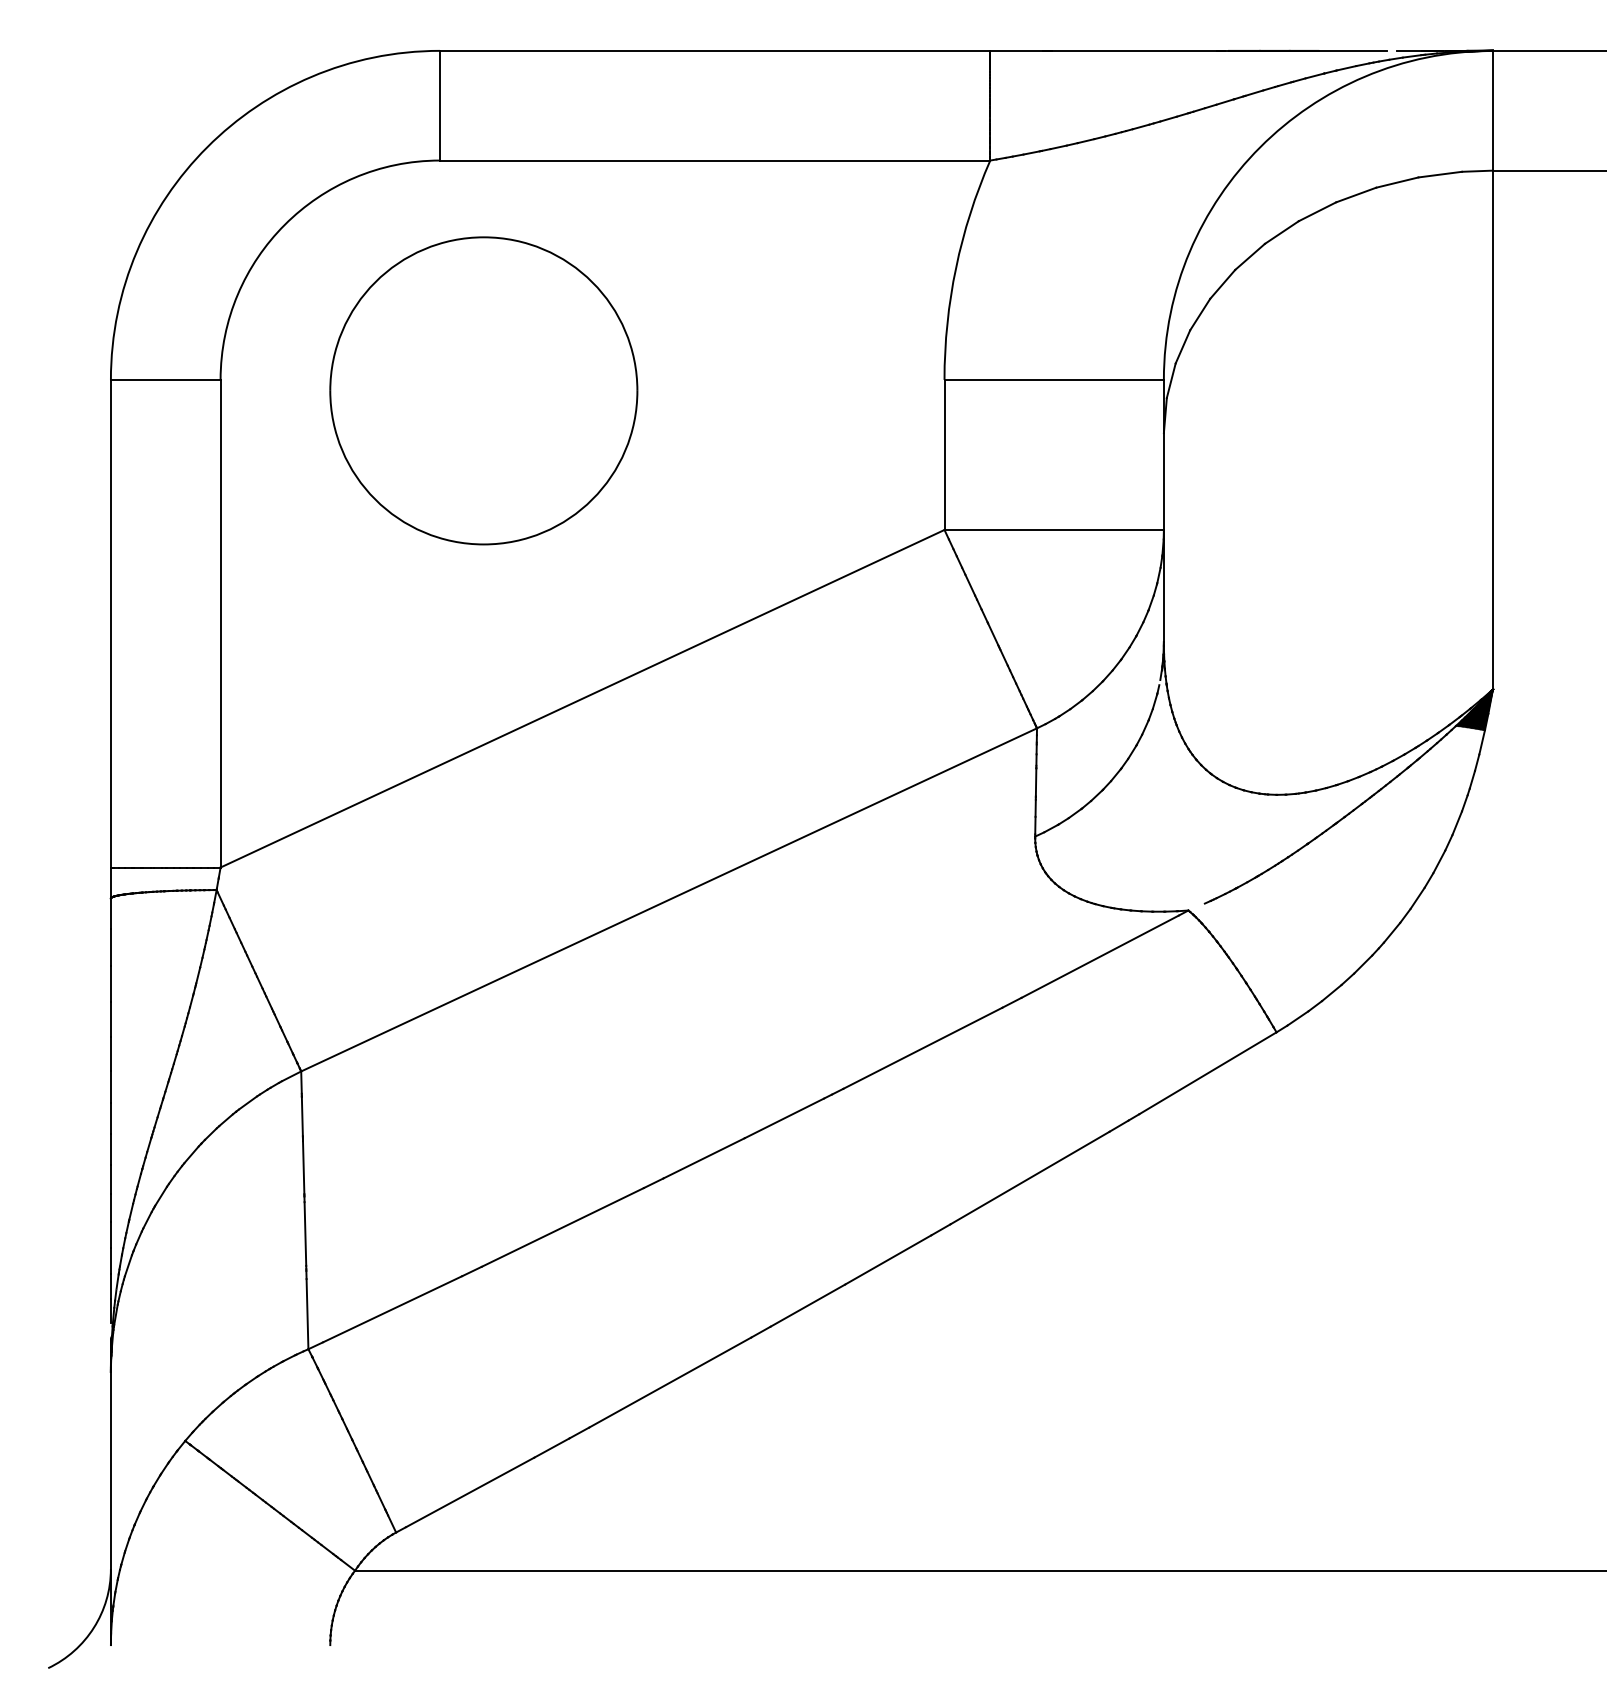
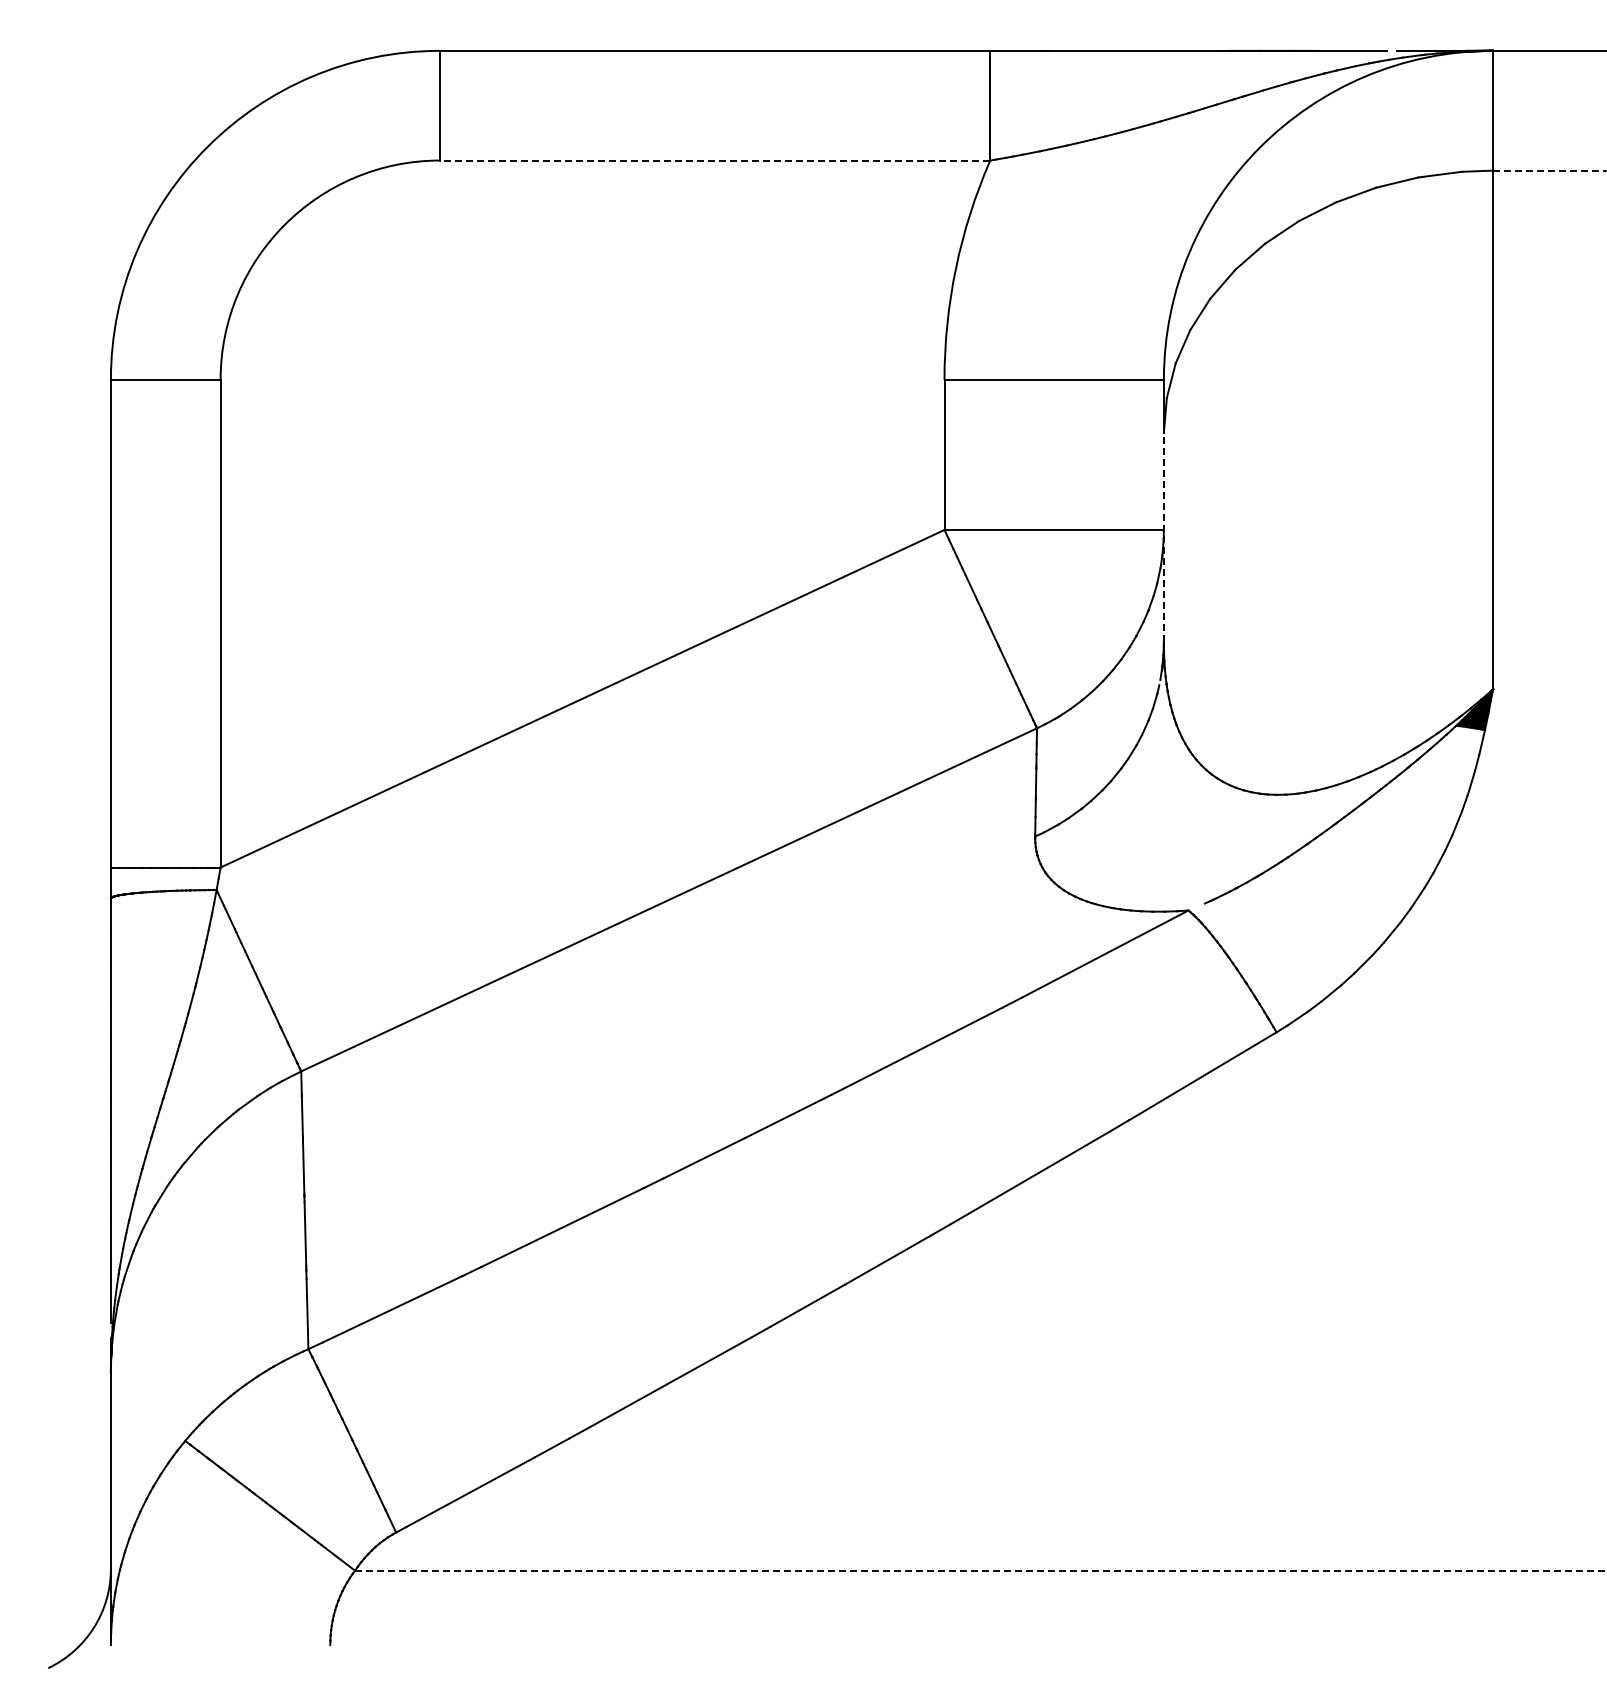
line at (714, 160): solid -> dashed
line at (1549, 170): solid -> dashed
part at (483, 390): present -> none
line at (1163, 537): solid -> dashed
line at (980, 1570): solid -> dashed
